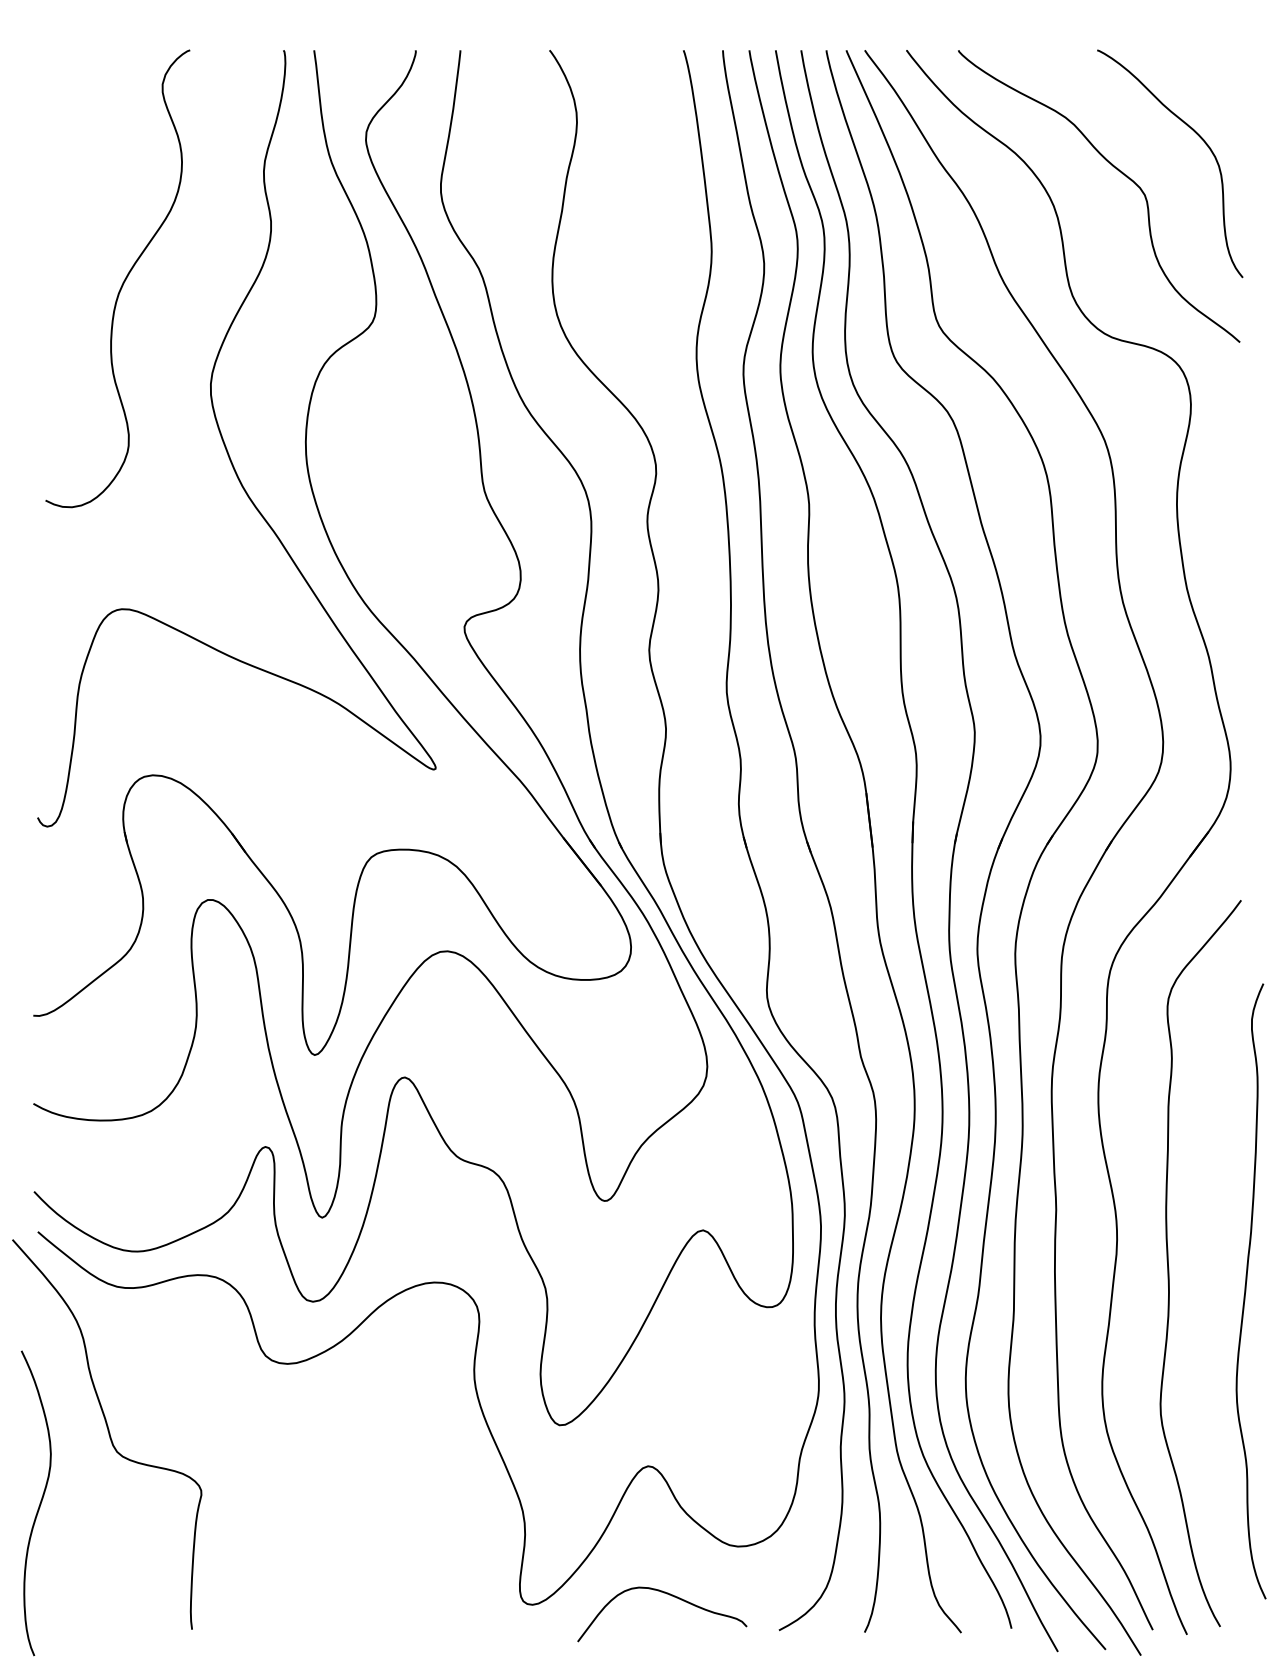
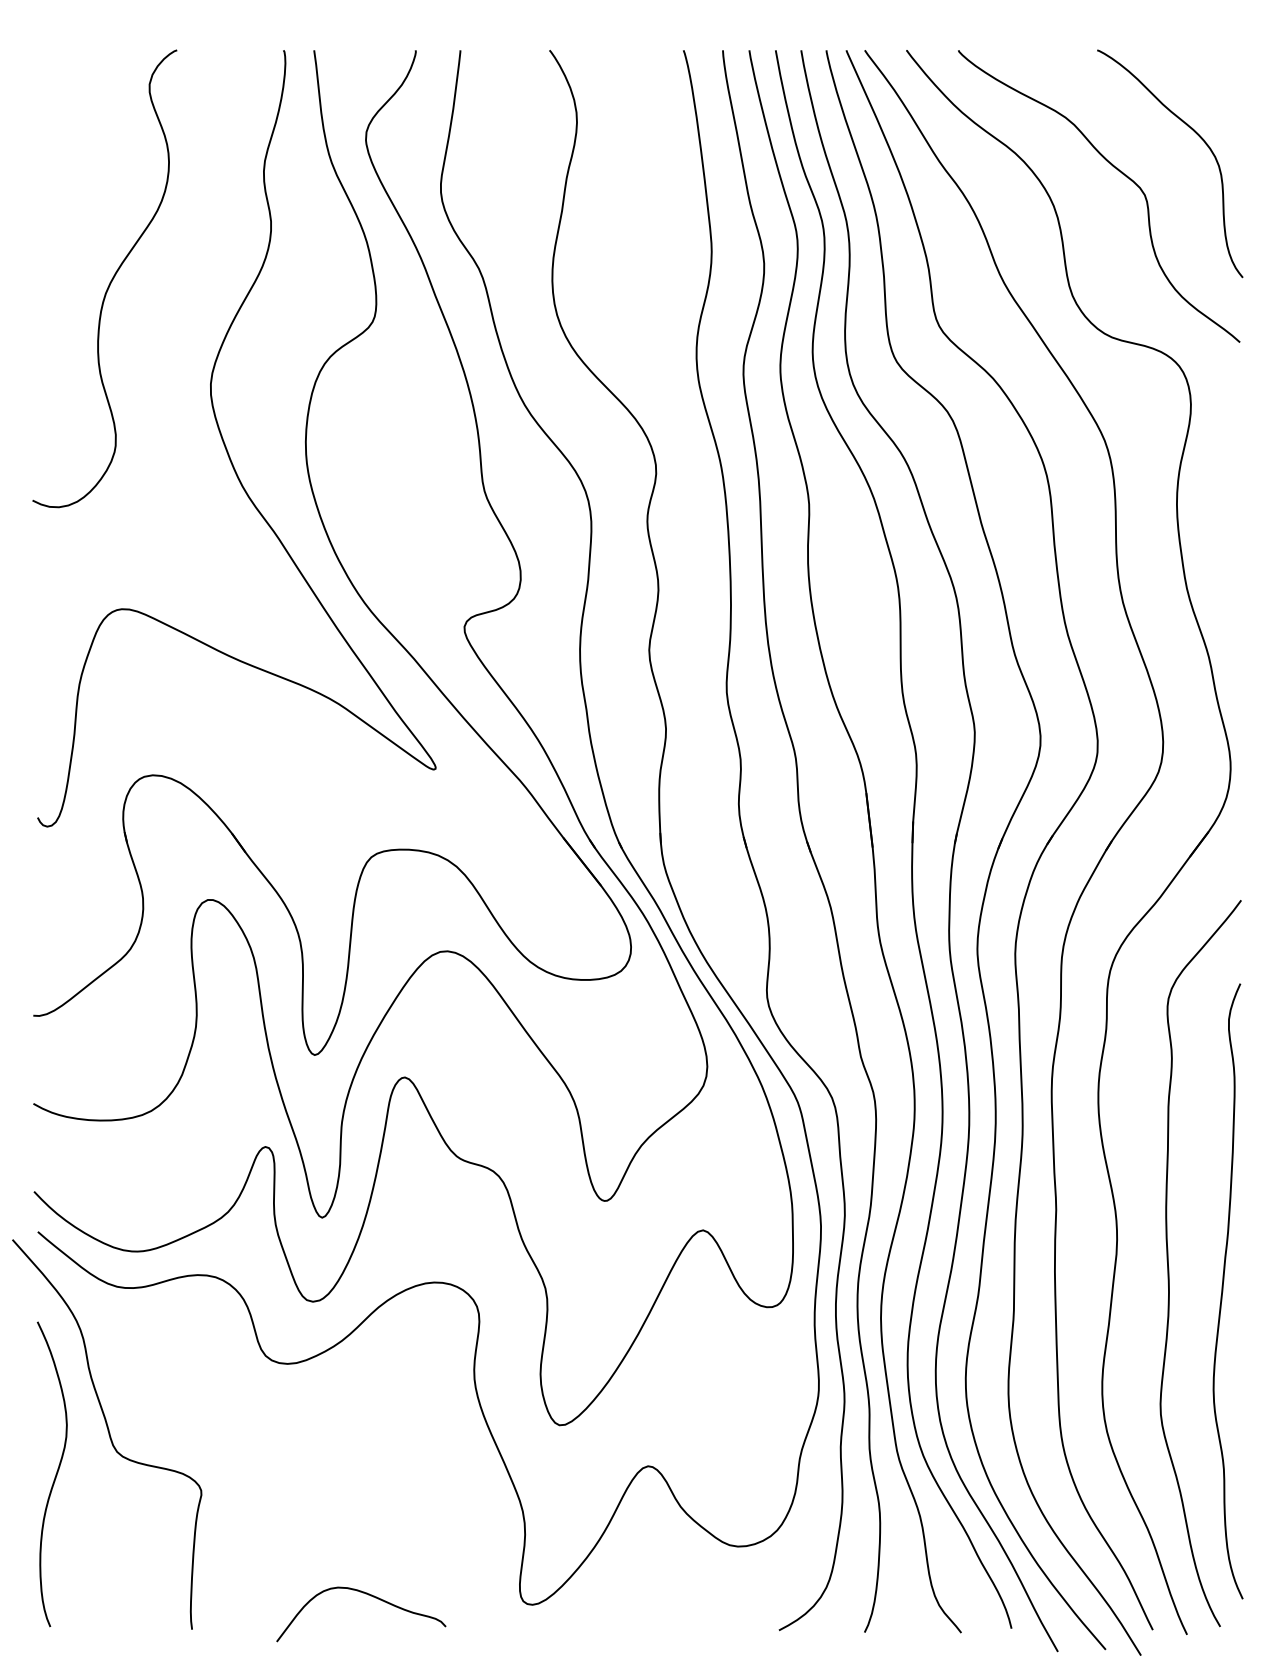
curve at (123, 280) position: (123, 280) -> (110, 280)
curve at (1246, 1291) position: (1246, 1291) -> (1223, 1291)
curve at (39, 1503) position: (39, 1503) -> (55, 1474)
curve at (671, 1596) position: (671, 1596) -> (370, 1596)
